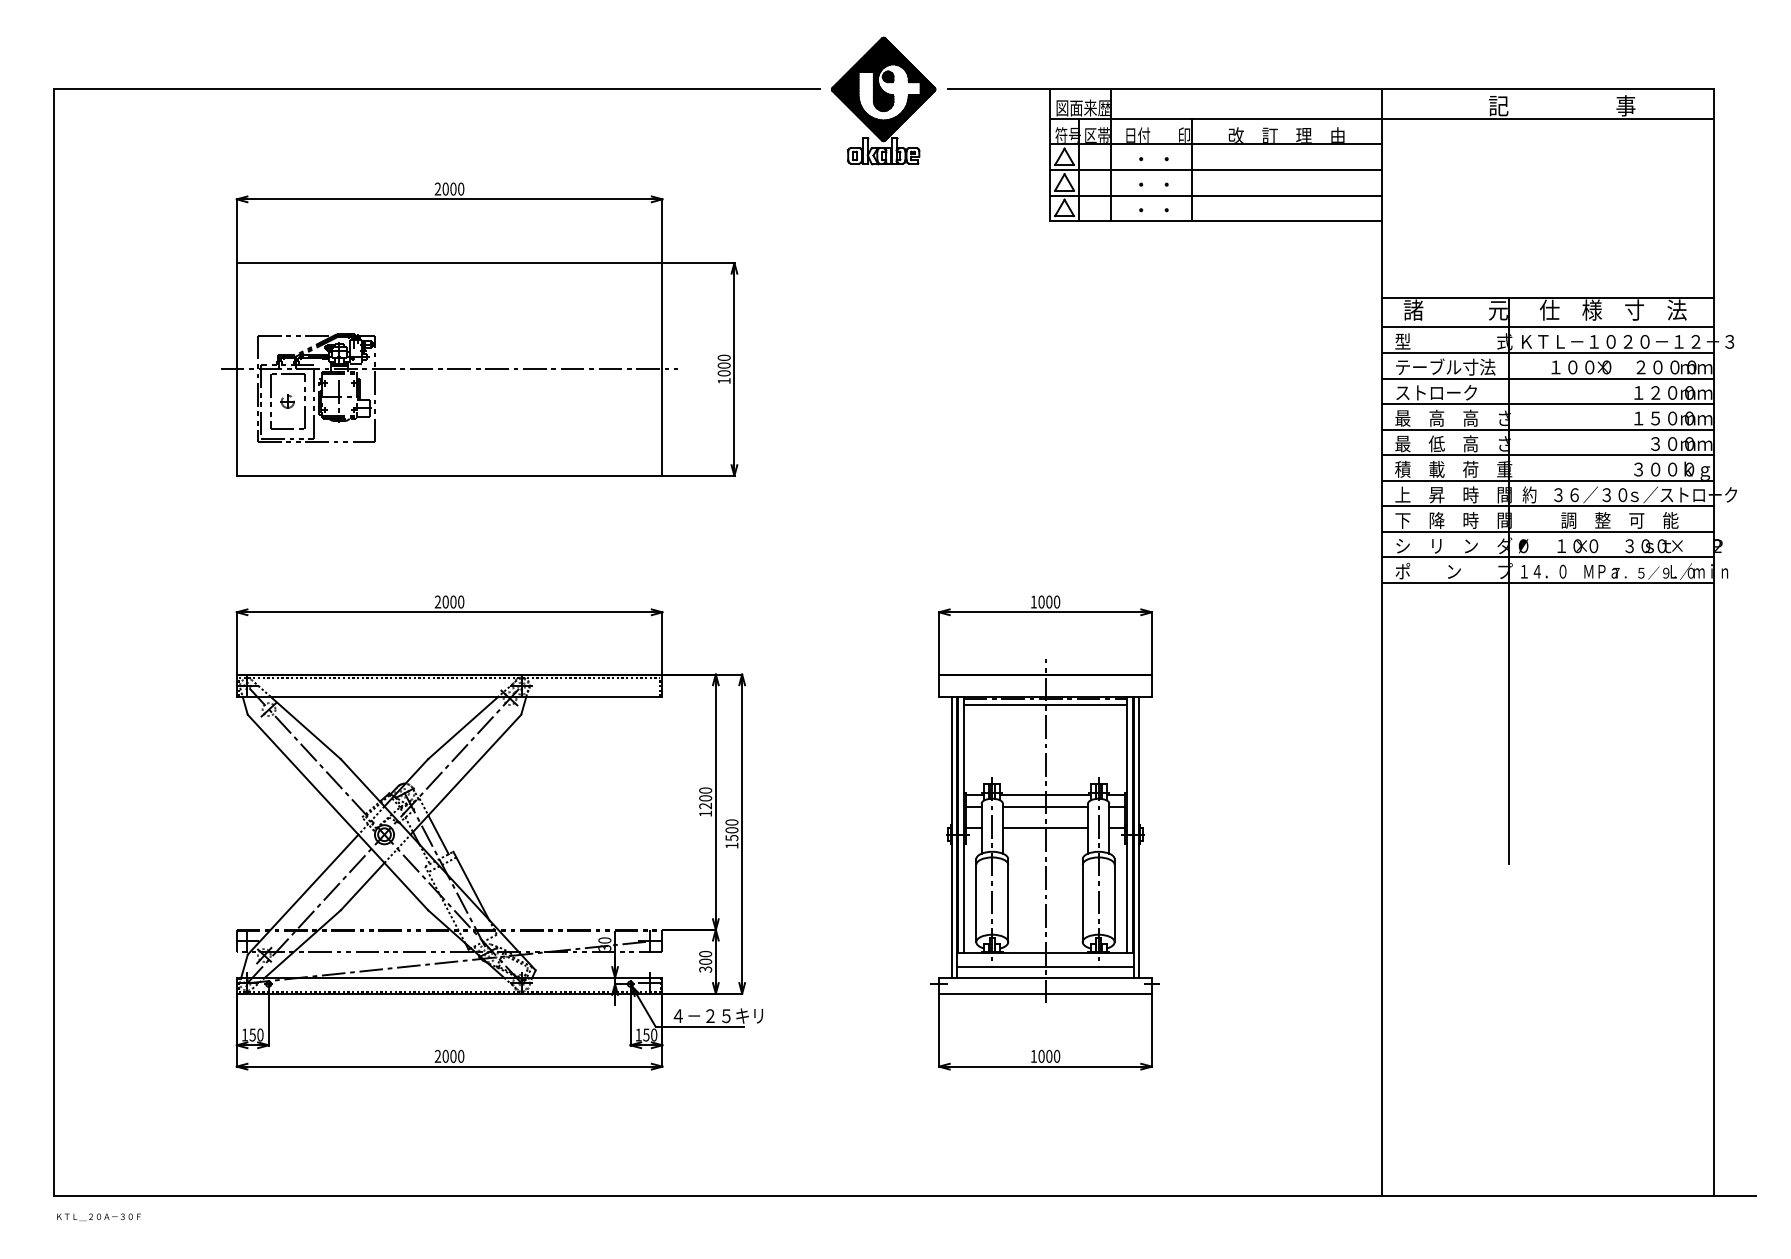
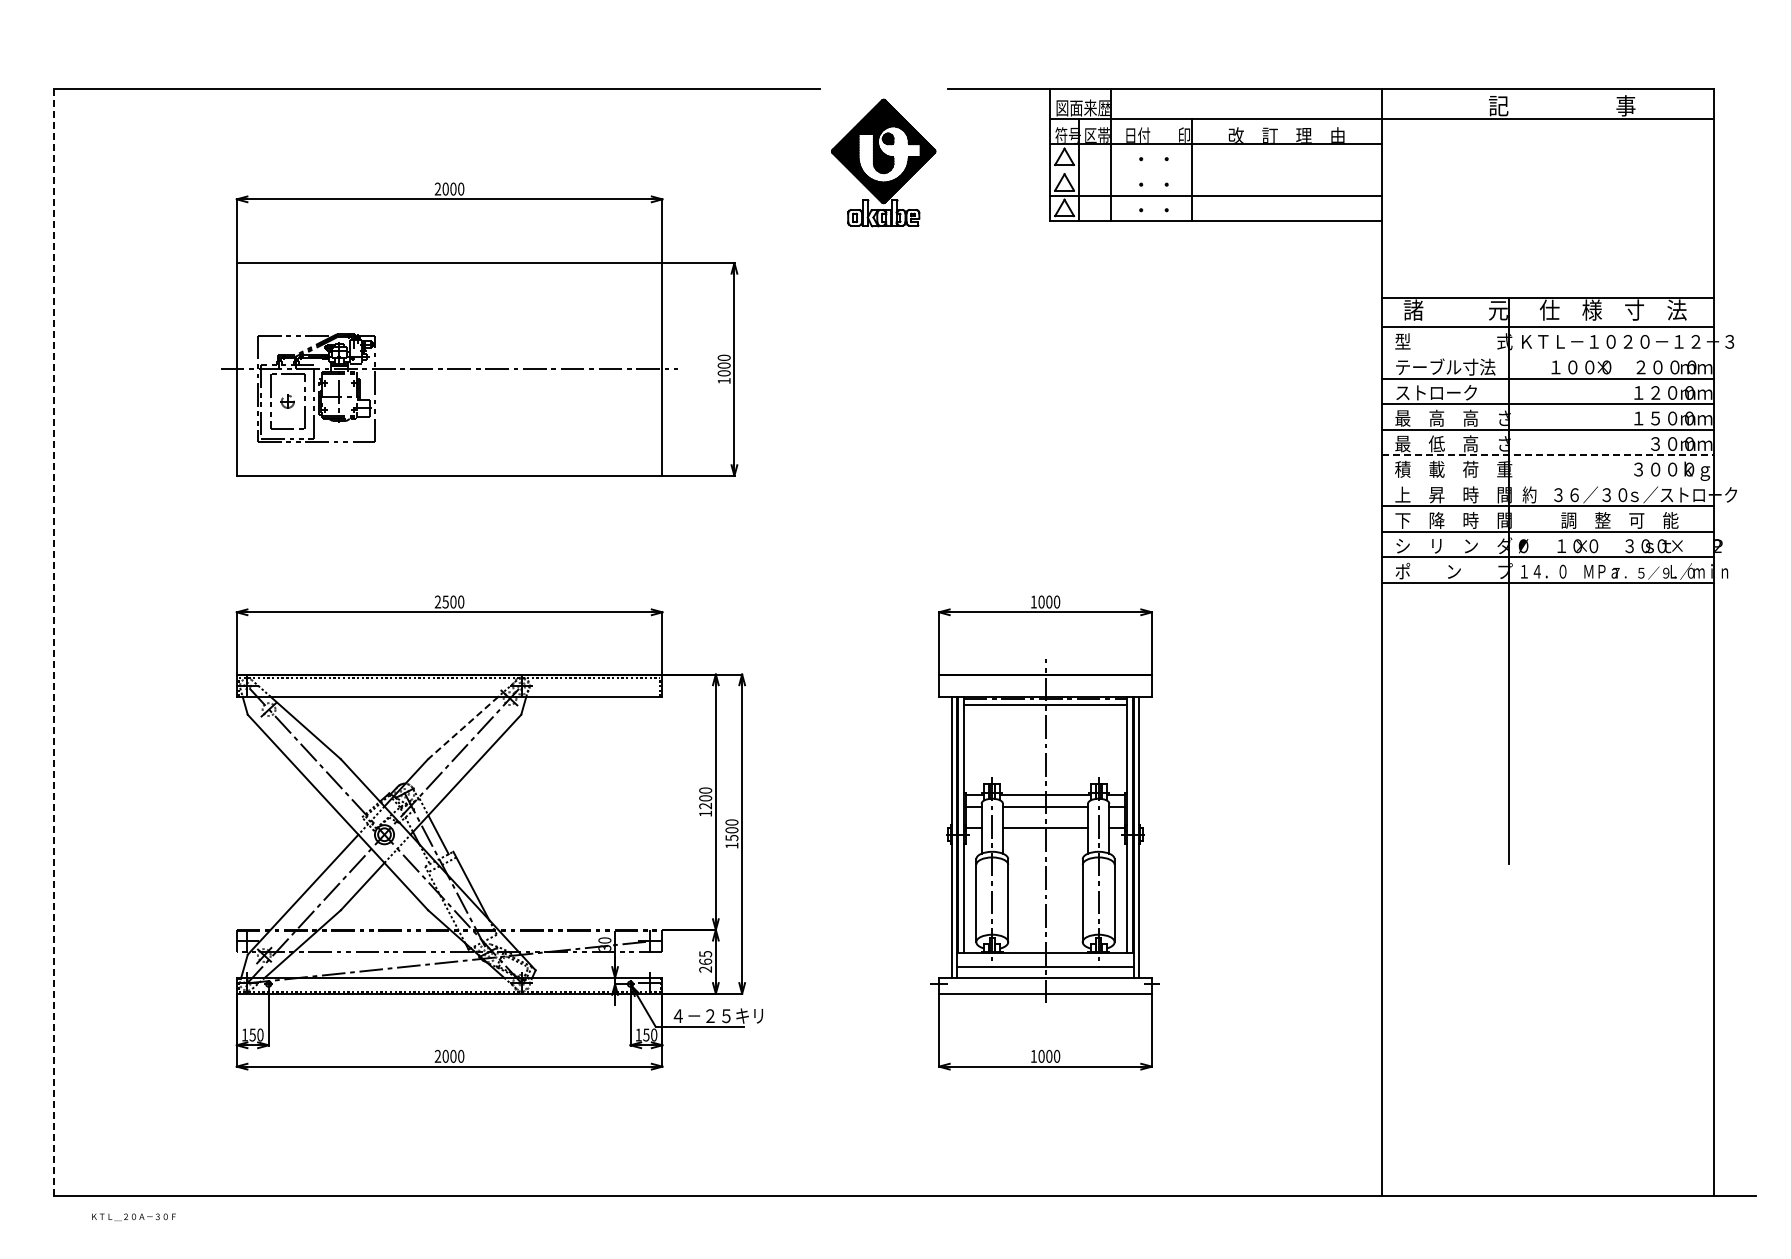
part at (883, 100) position: (883, 100) -> (883, 162)
line at (1215, 169): present -> none
line at (1547, 353): present -> none
line at (1547, 455): solid -> dashed
line at (1547, 480): present -> none
text at (445, 601): 2000 -> 2500
line at (53, 642): solid -> dashed
line at (463, 727): solid -> dashed
text at (705, 961): 300 -> 265
text at (98, 1216) position: (98, 1216) -> (133, 1216)
